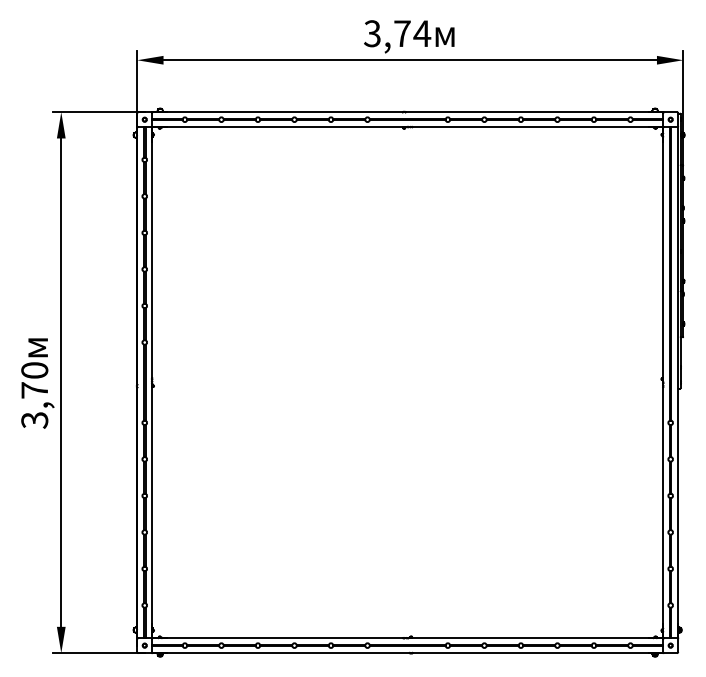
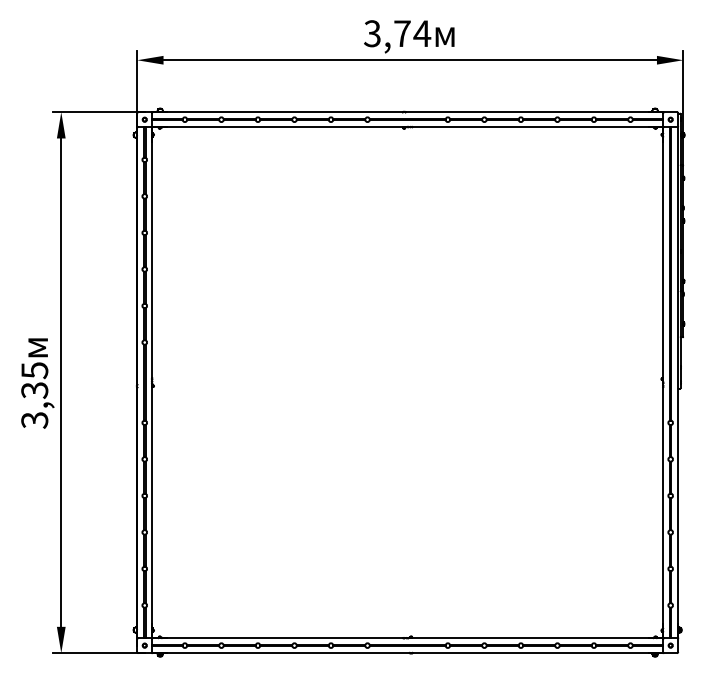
text at (34, 380): 3,70 -> 3,35
